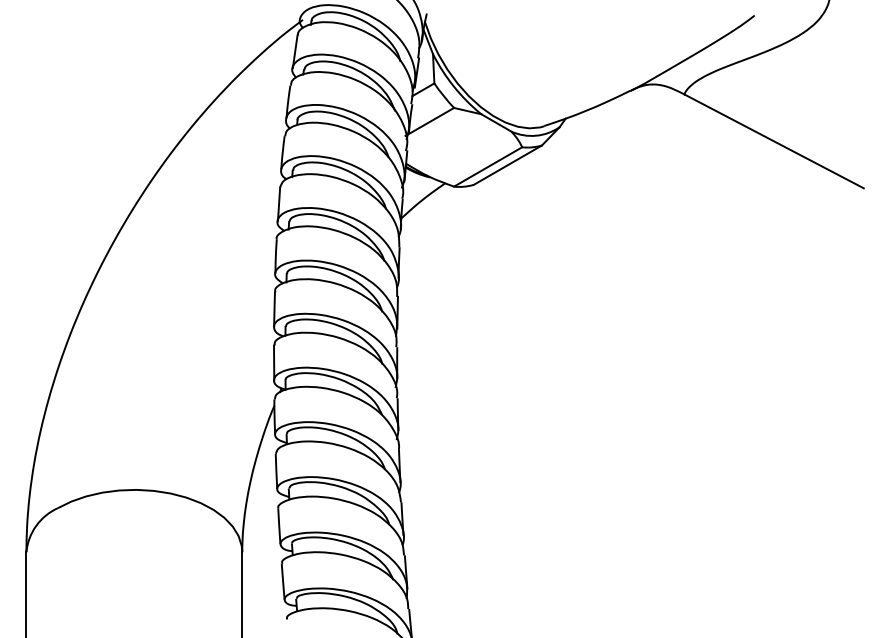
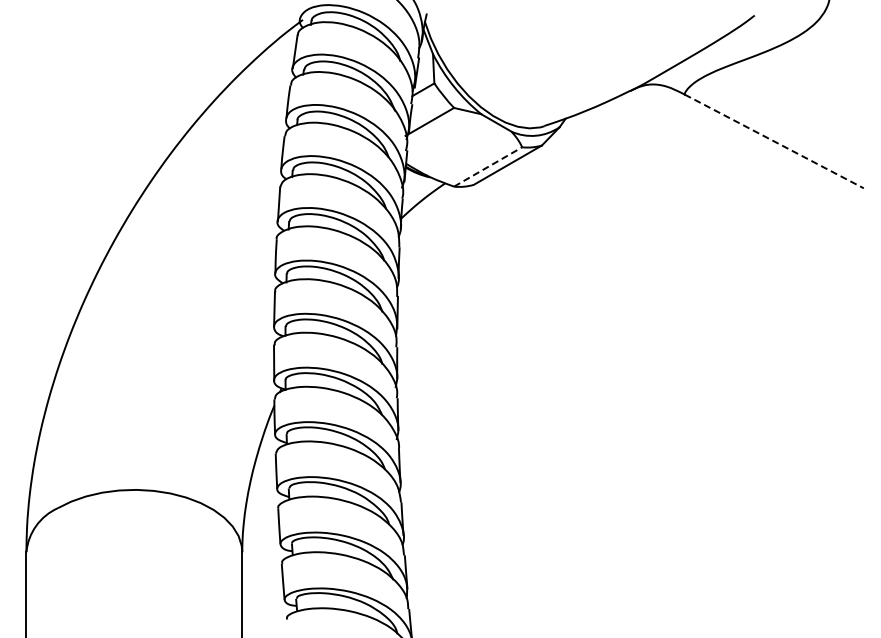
line at (774, 141): solid -> dashed
line at (488, 166): solid -> dashed
